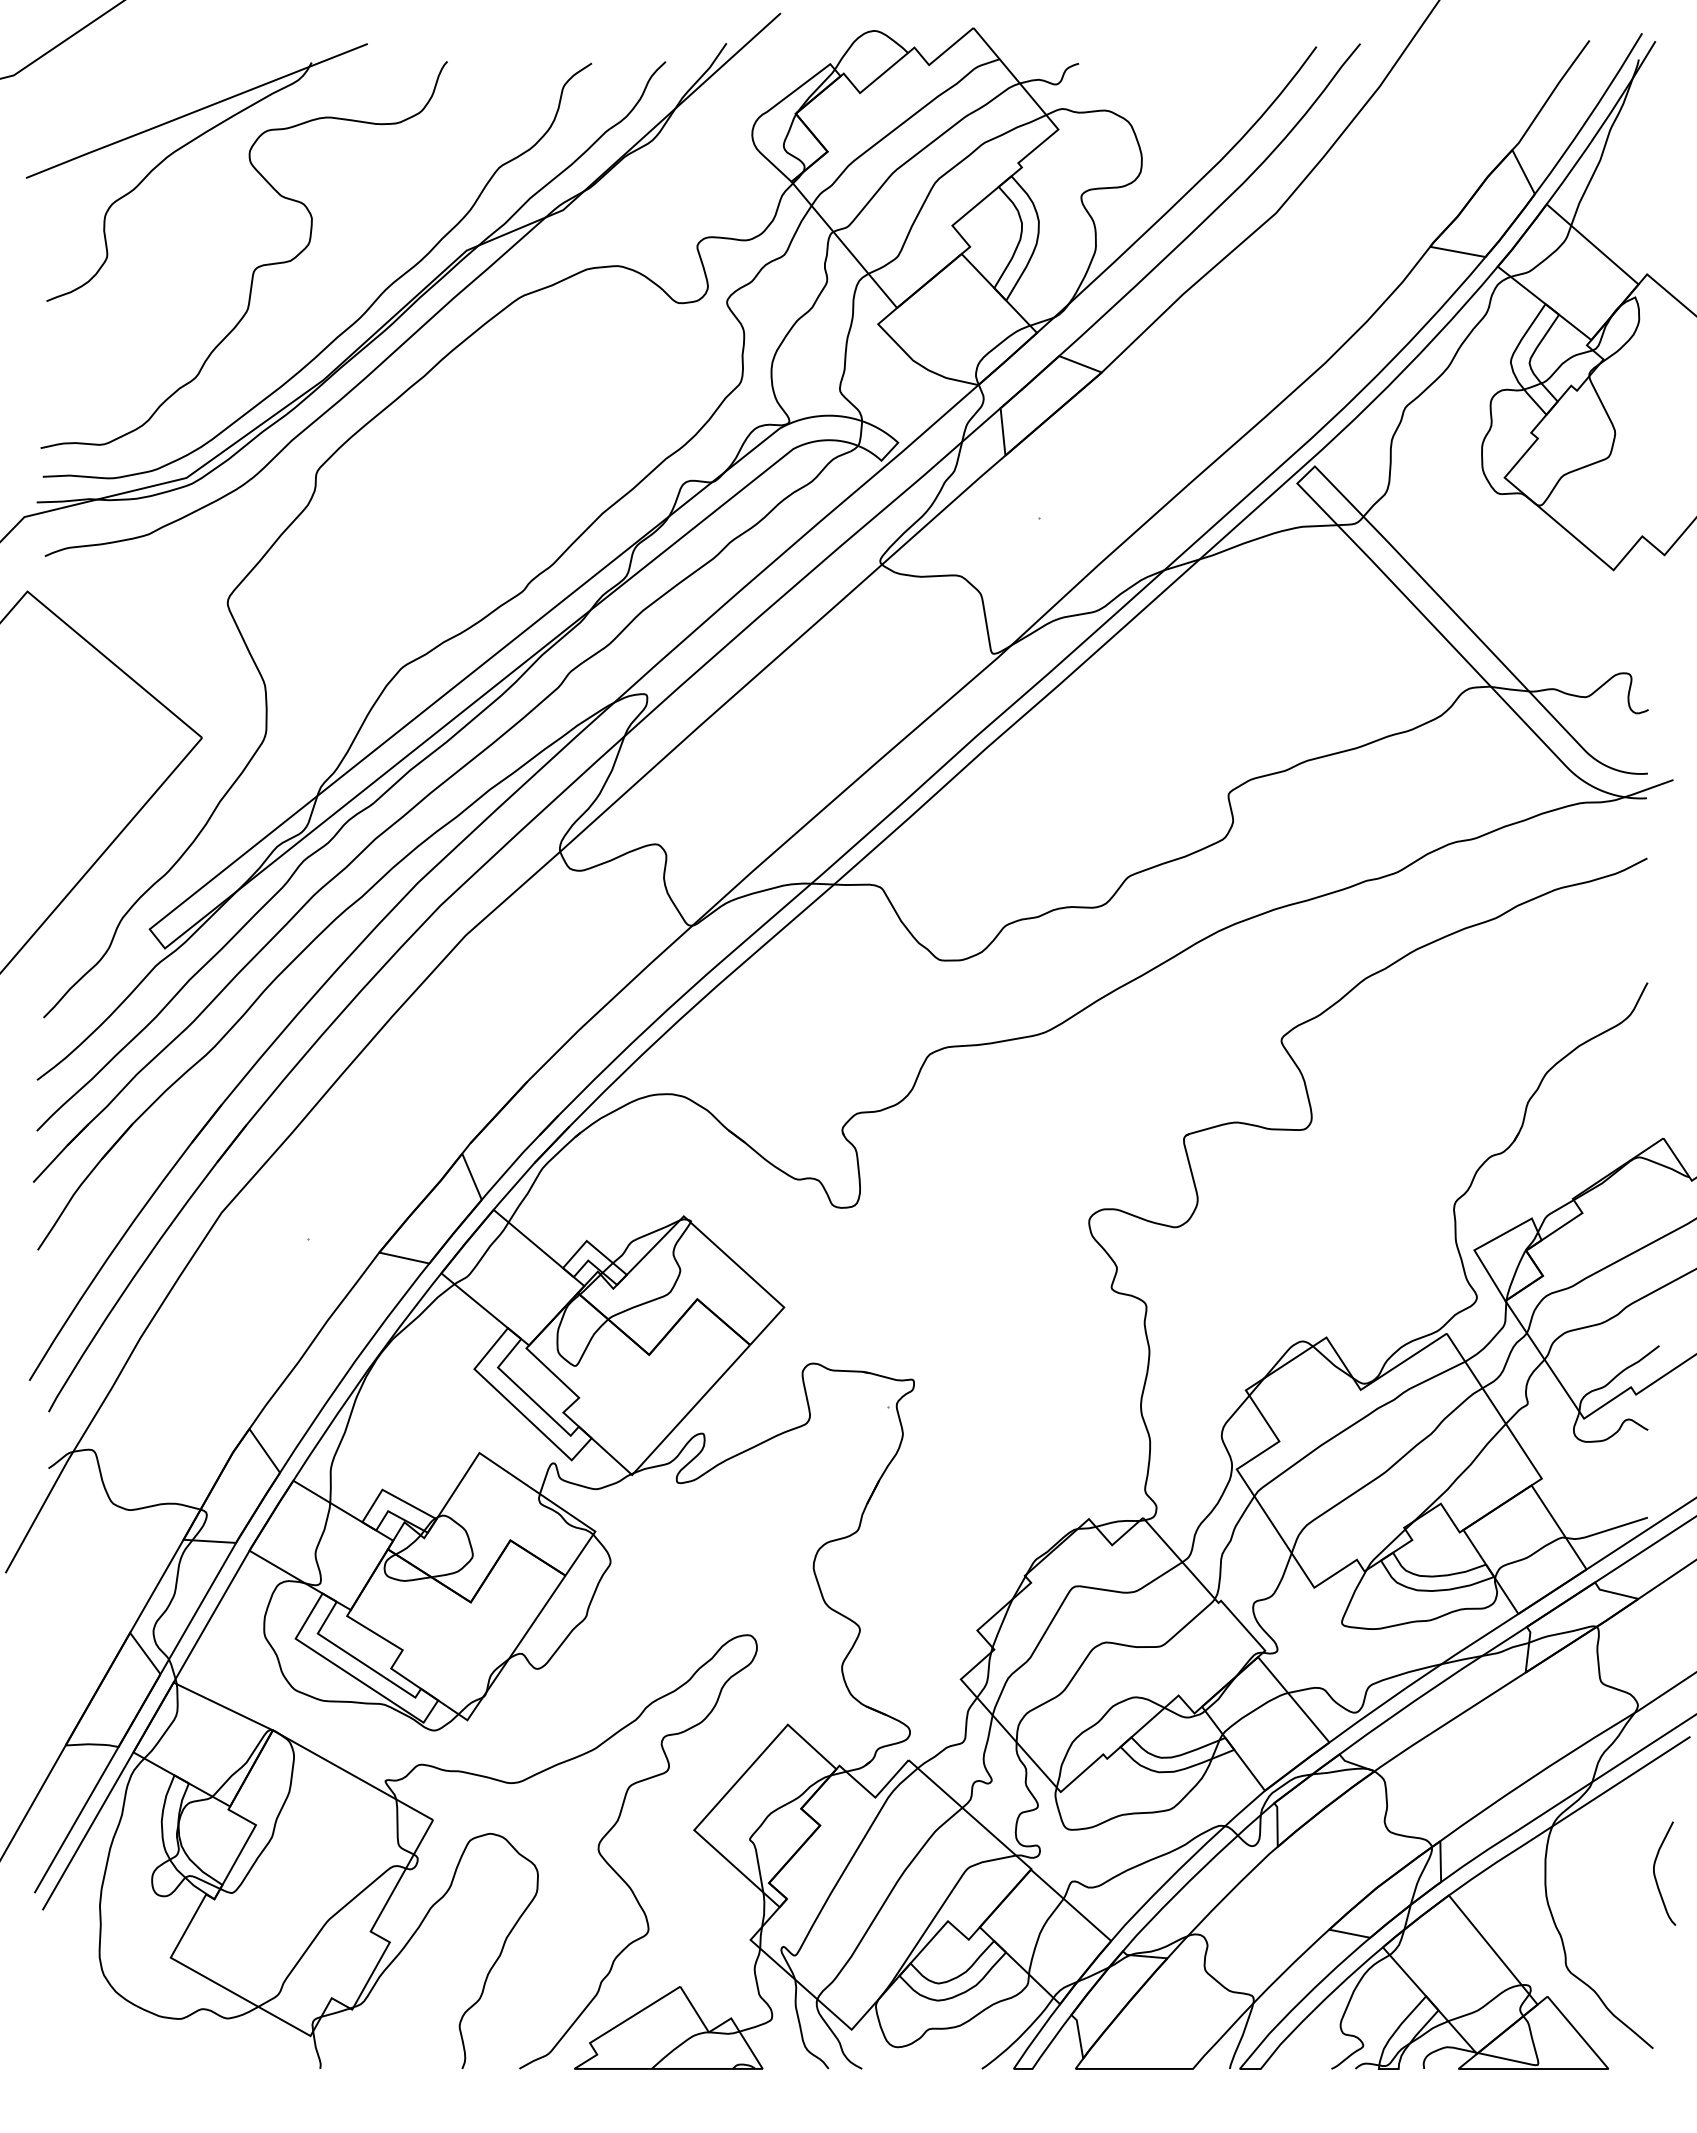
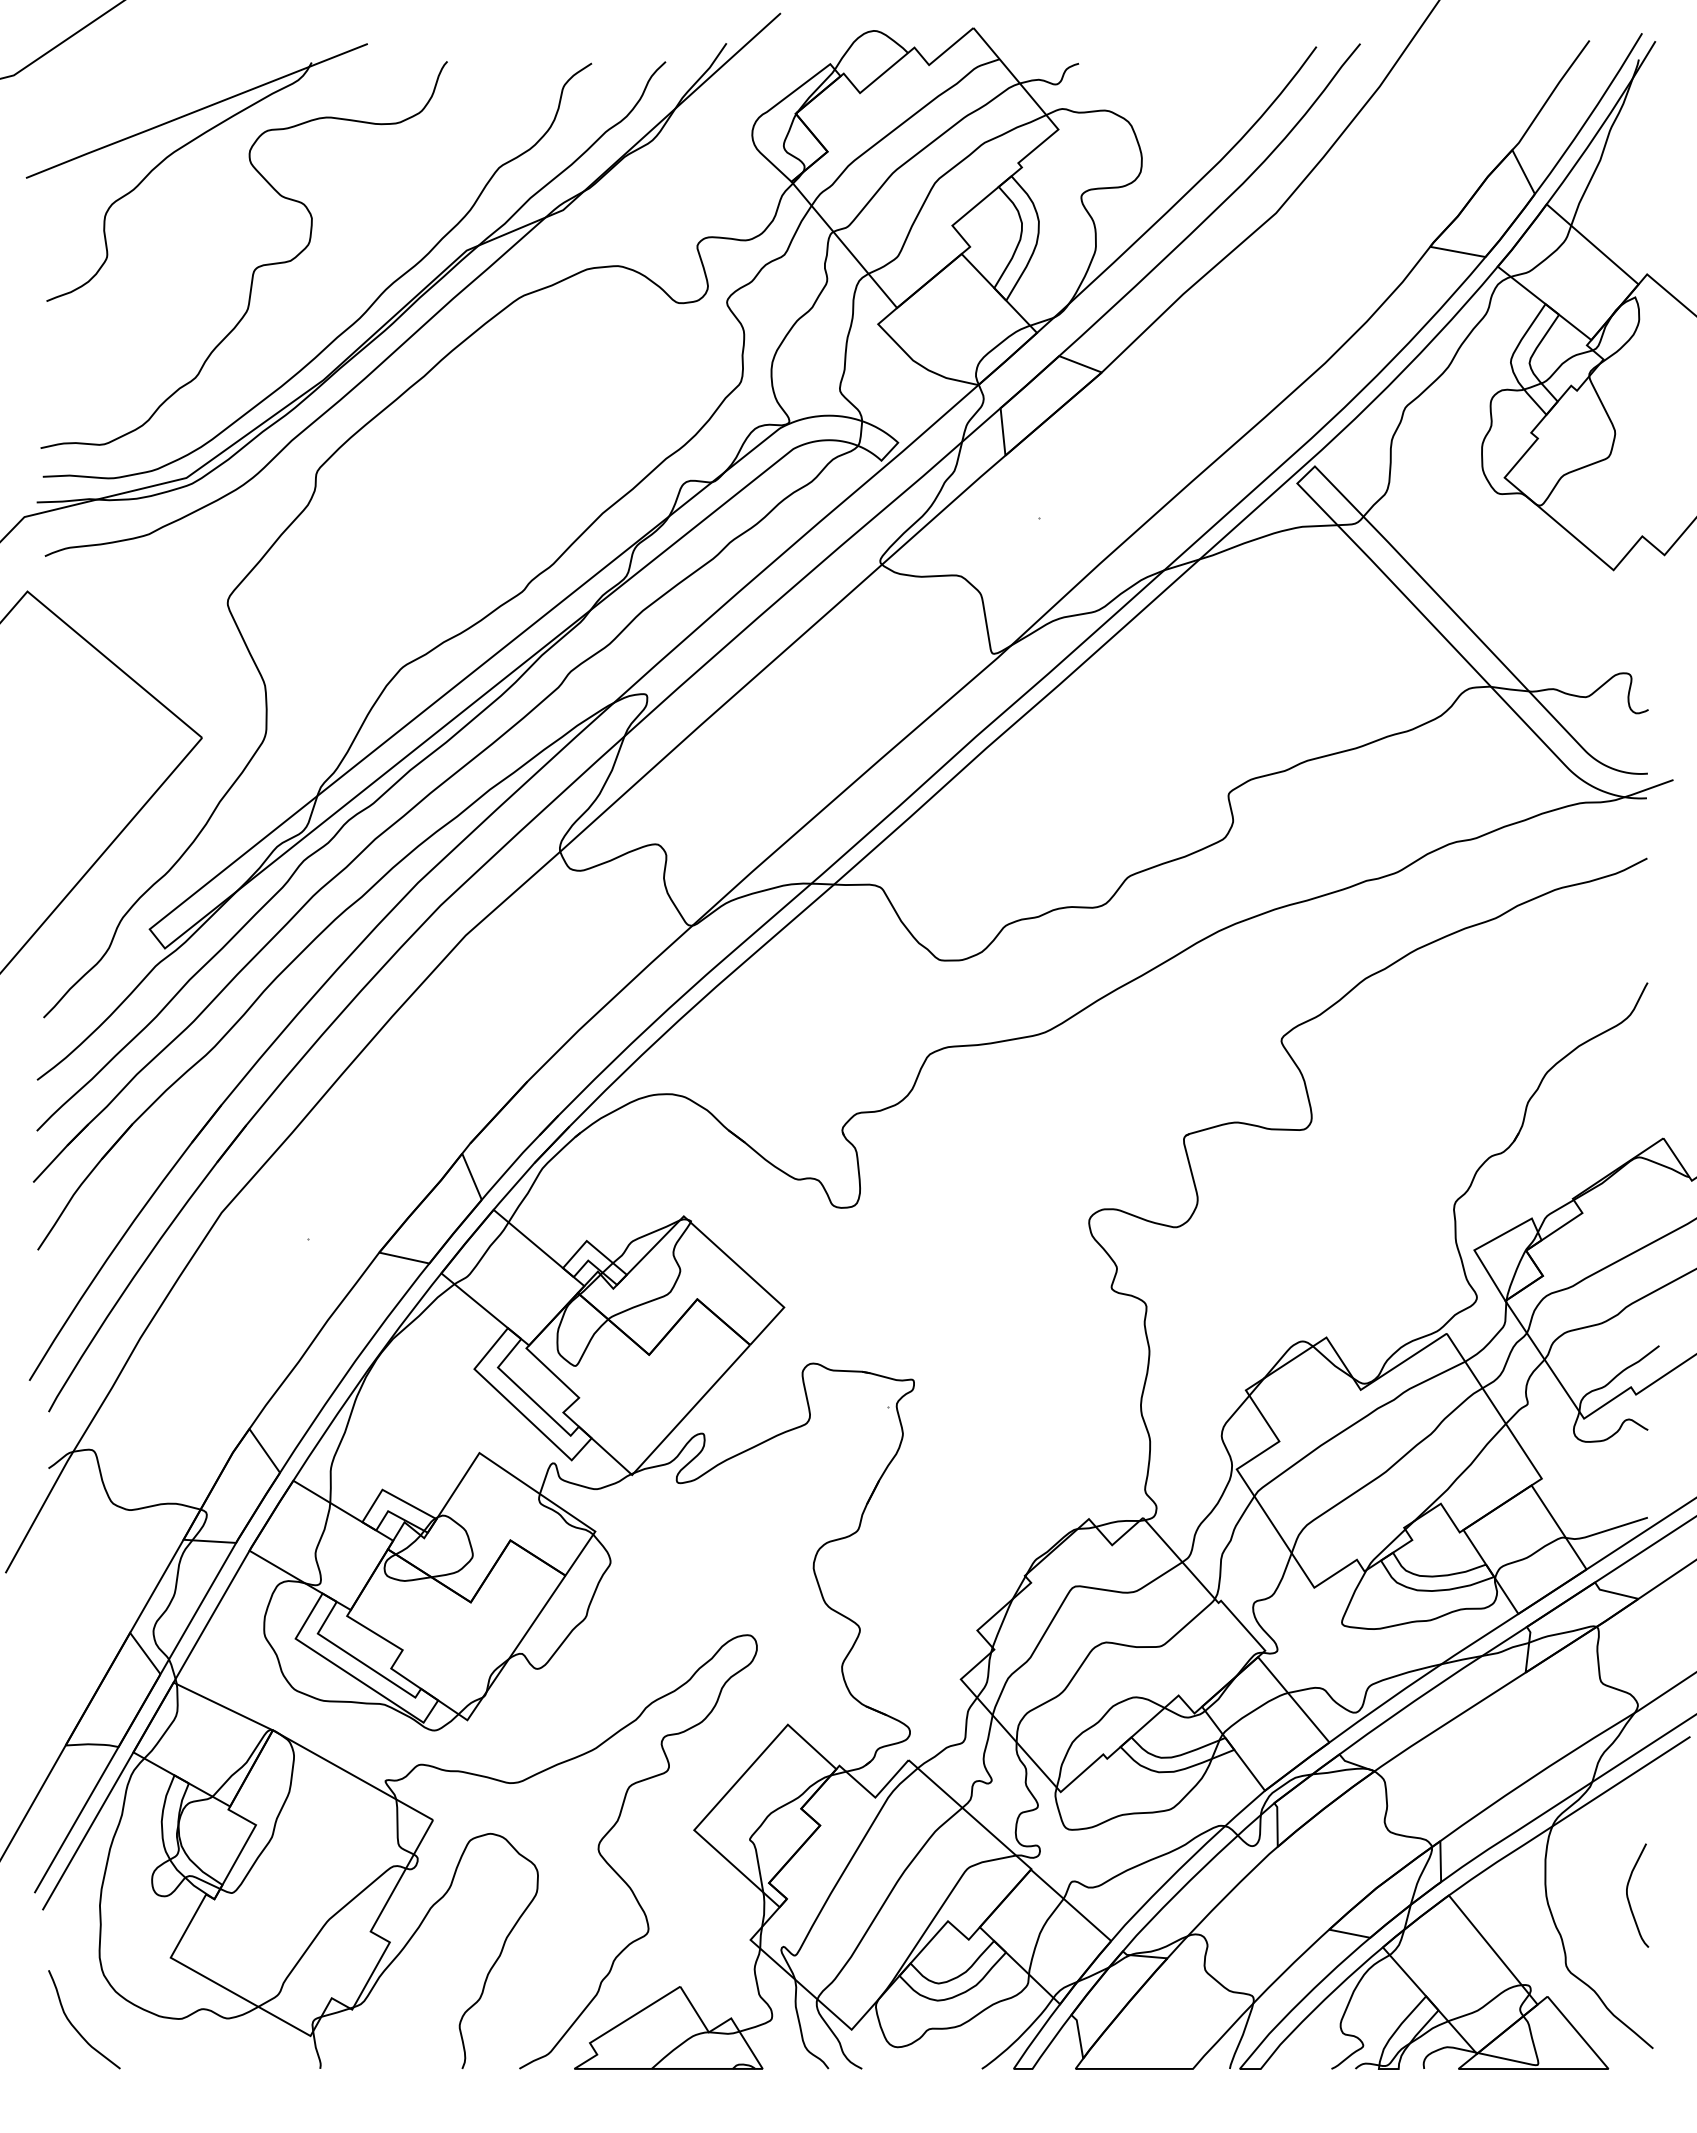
curve at (1656, 1877) position: (1656, 1877) -> (1629, 1899)
curve at (75, 2027): none -> present
